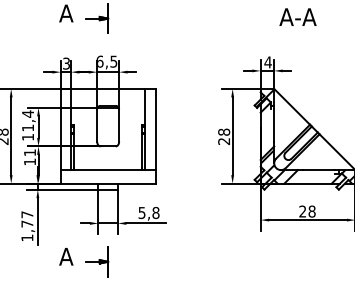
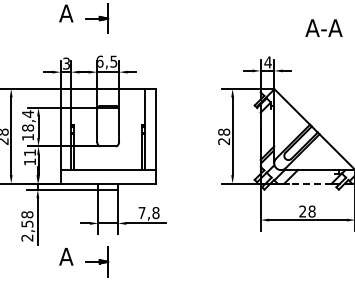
text at (297, 16) position: (297, 16) -> (323, 27)
text at (28, 127): 11,4 -> 18,4
line at (309, 183): solid -> dashed
text at (141, 213): 5,8 -> 7,8
text at (27, 226): 1,77 -> 2,58
